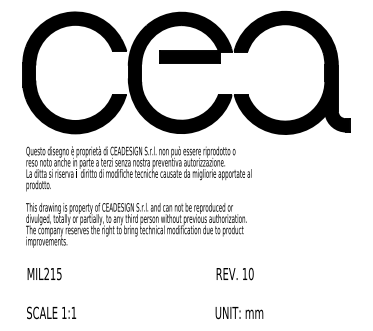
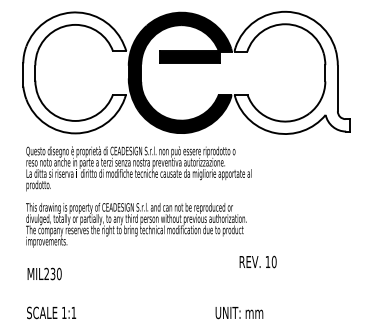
fill at (74, 72): present -> none
fill at (291, 72): present -> none
text at (55, 273): MIL215 -> MIL230
text at (234, 273) position: (234, 273) -> (257, 261)
